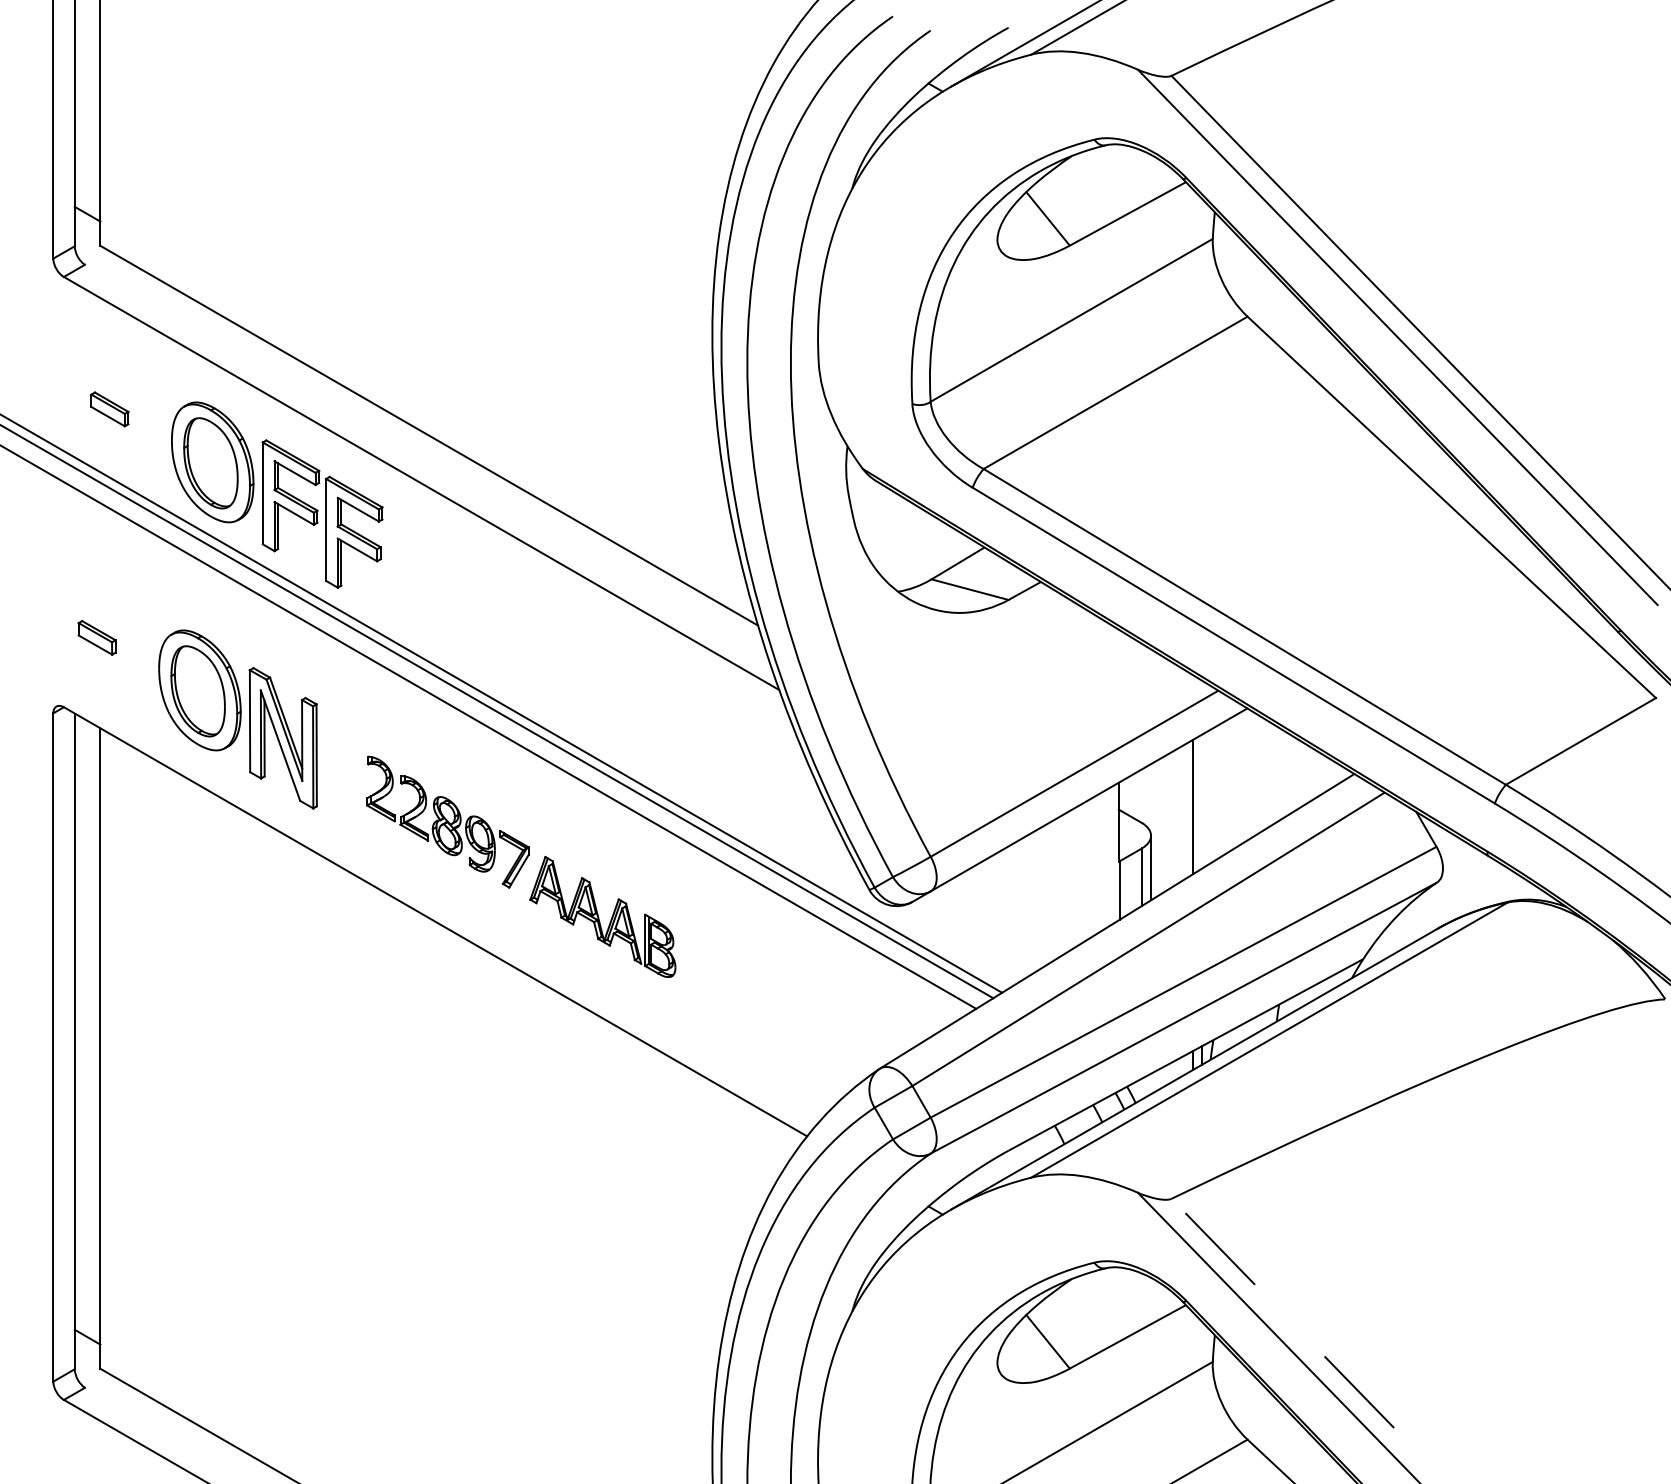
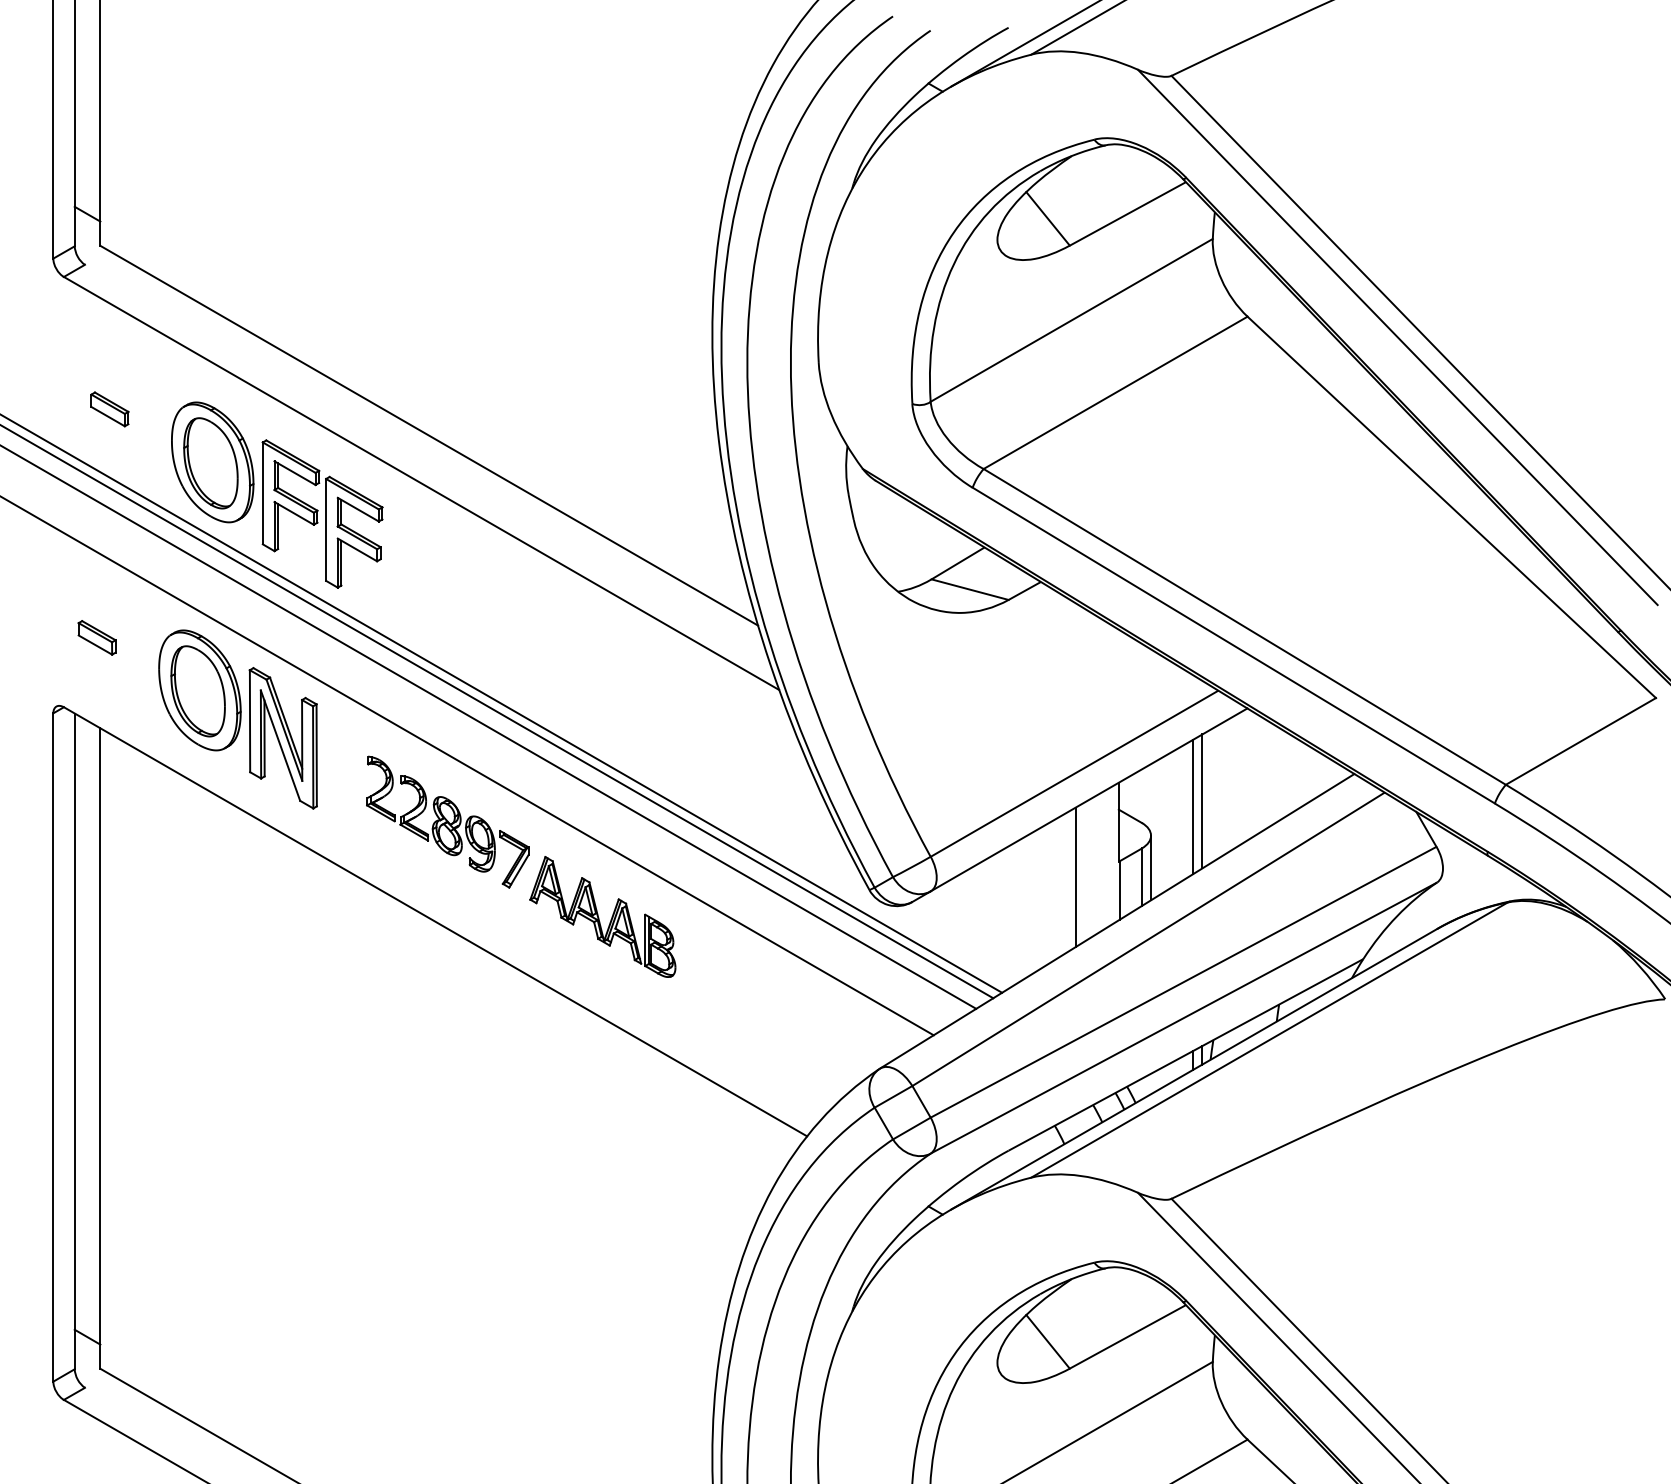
line at (467, 766): none -> present
line at (1202, 801): none -> present
line at (1075, 877): none -> present
line at (1309, 1340): dashed -> solid
